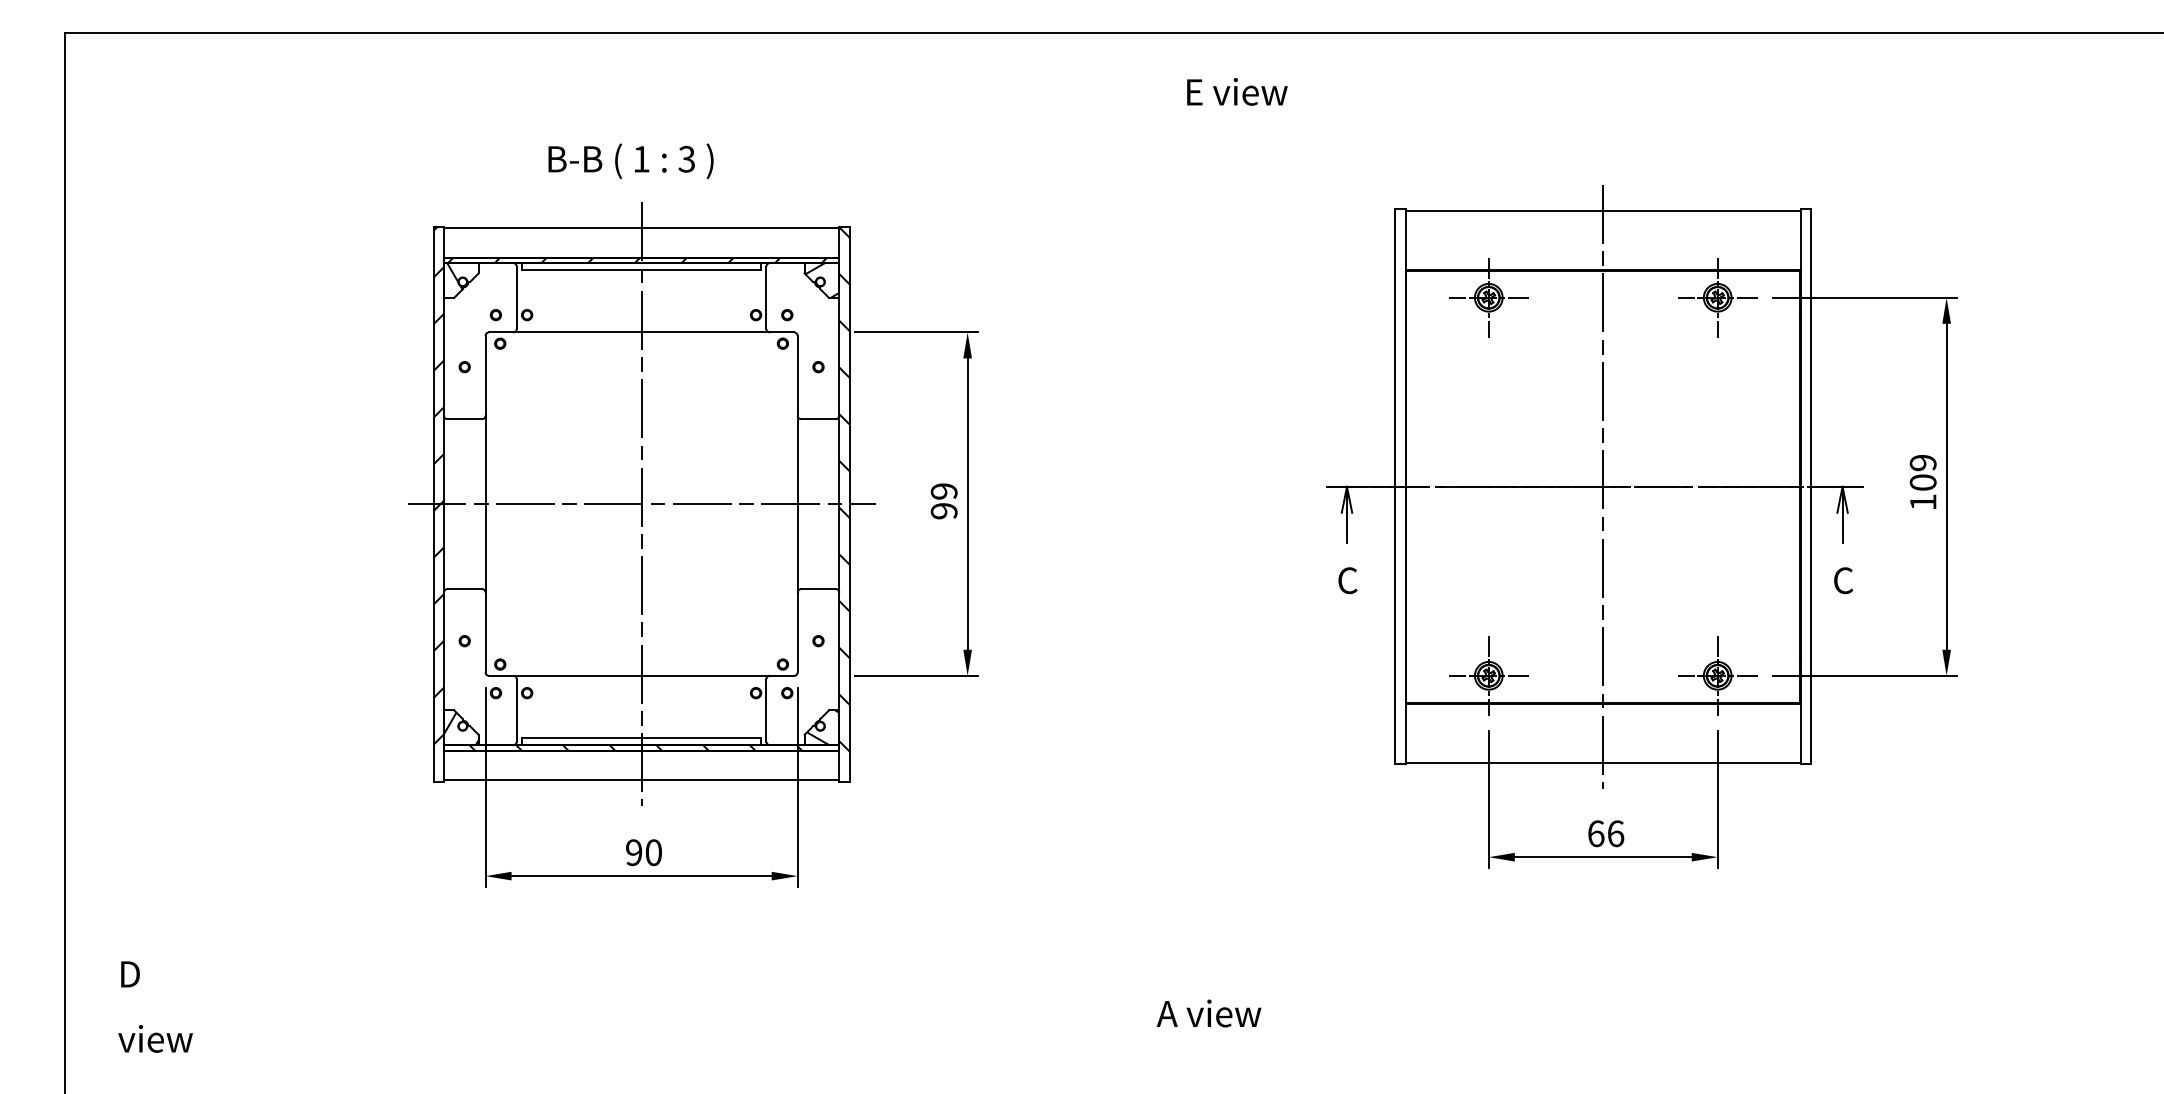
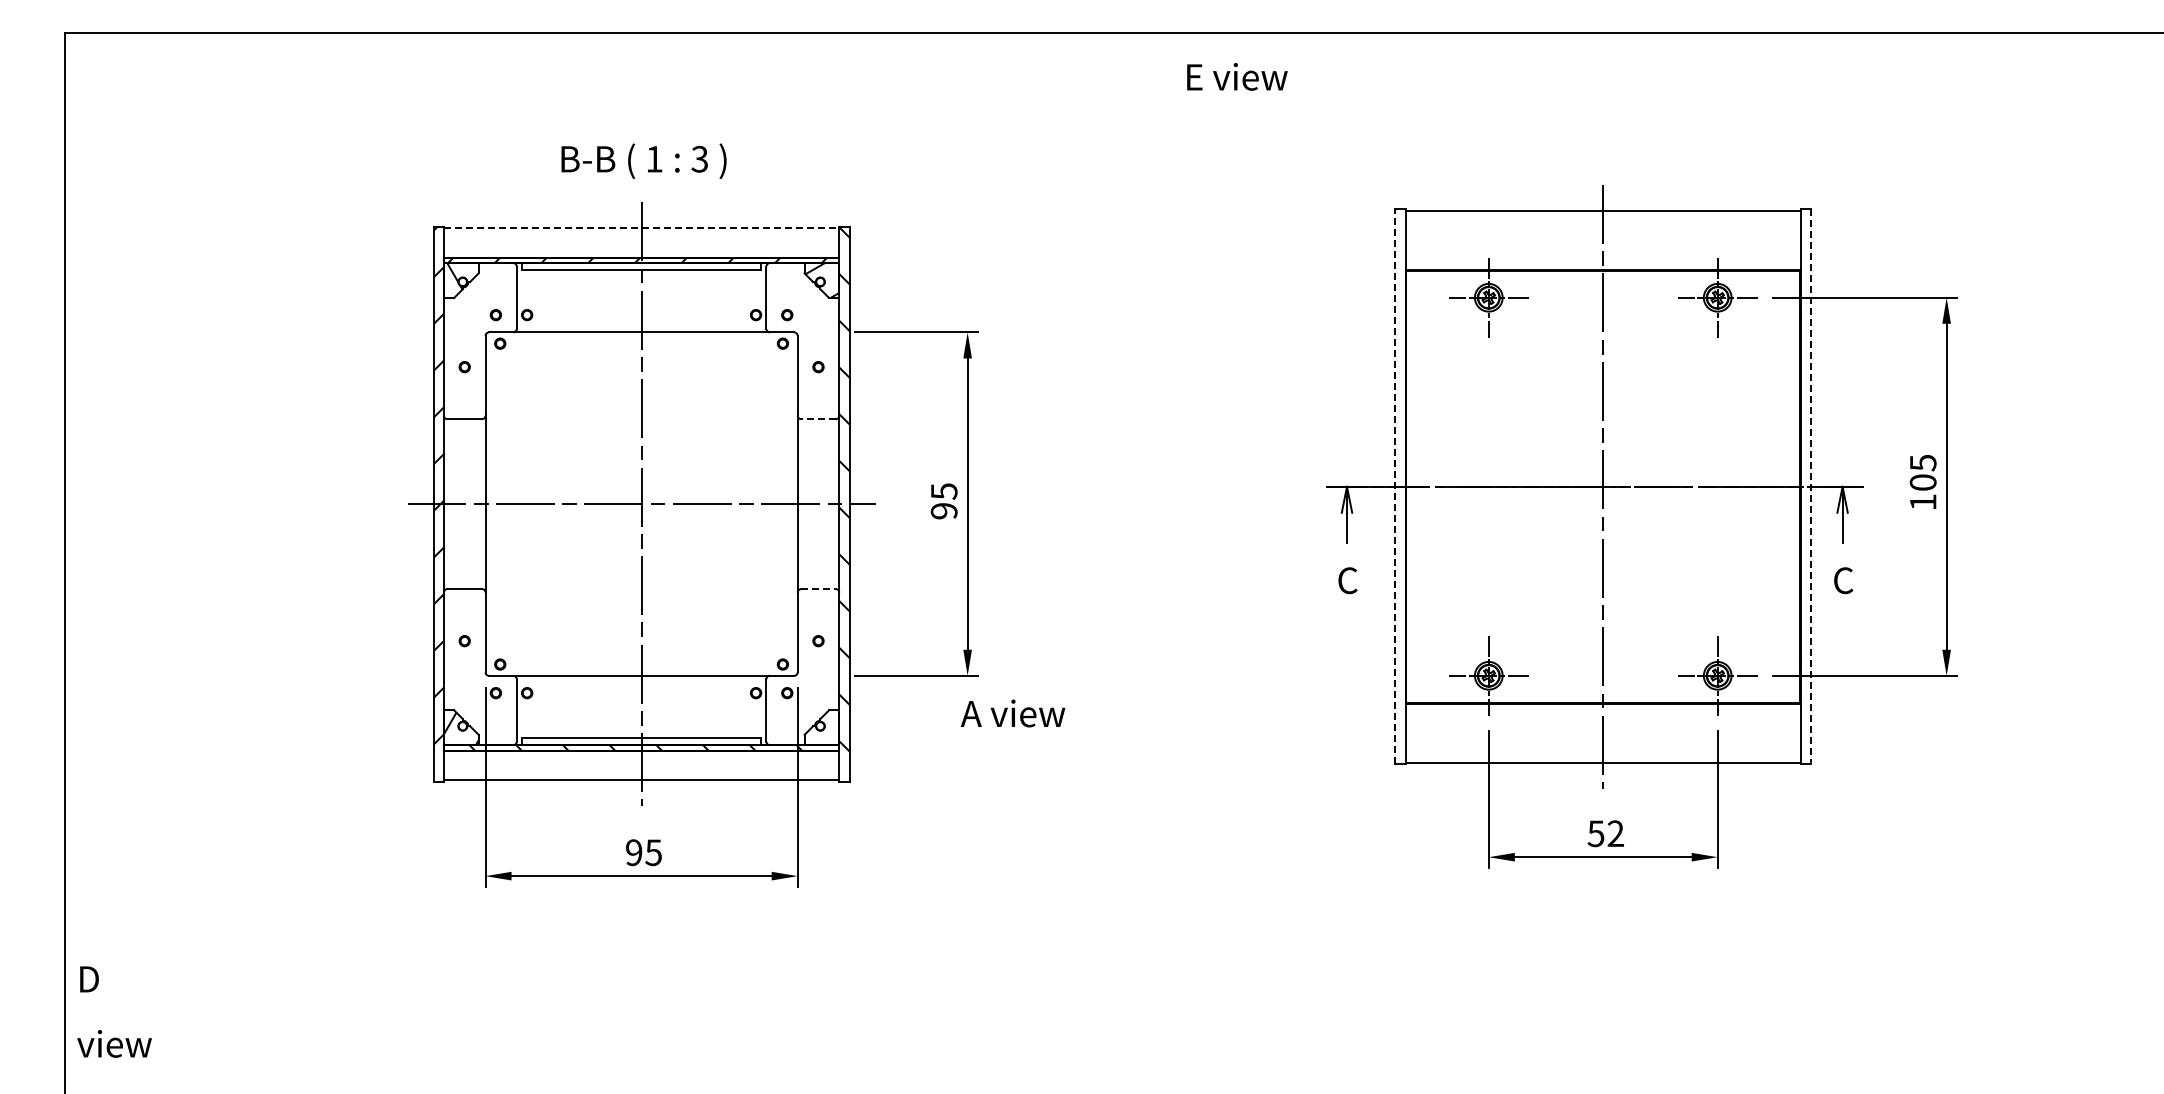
text at (1237, 91) position: (1237, 91) -> (1237, 76)
text at (630, 160) position: (630, 160) -> (643, 160)
line at (641, 228): solid -> dashed
line at (818, 419): solid -> dashed
text at (1922, 463): 109 -> 105
line at (1395, 486): solid -> dashed
line at (1811, 487): solid -> dashed
text at (943, 491): 99 -> 95
line at (819, 589): solid -> dashed
hatch at (823, 727): present -> none
text at (1605, 833): 66 -> 52
text at (653, 852): 90 -> 95
text at (155, 1006) position: (155, 1006) -> (114, 1011)
text at (1208, 1013) position: (1208, 1013) -> (1012, 713)
